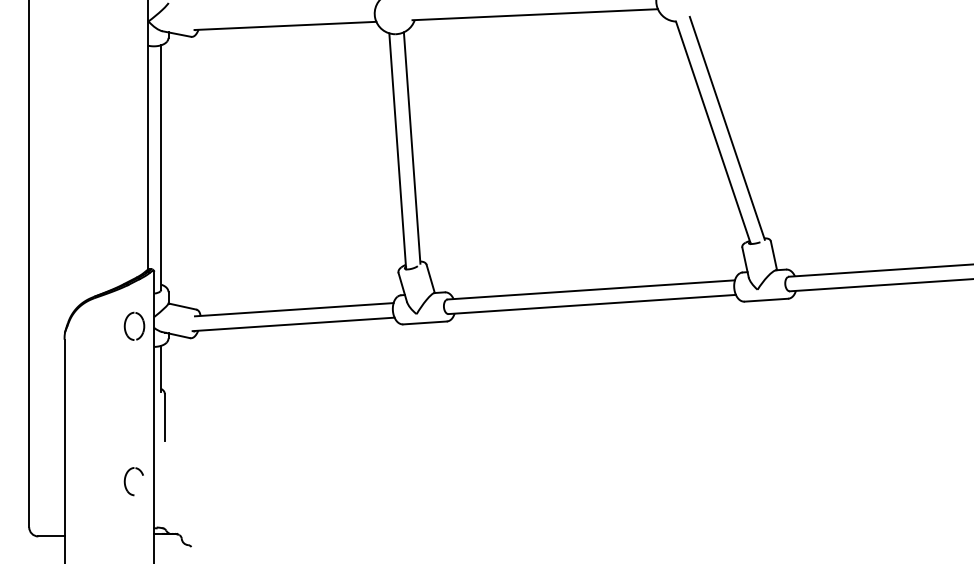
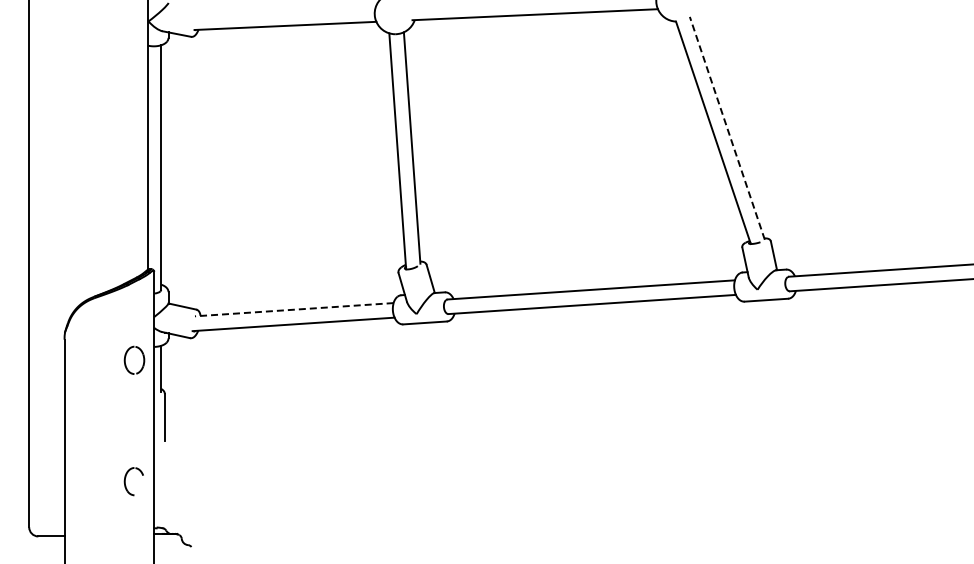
line at (727, 128): solid -> dashed
line at (294, 309): solid -> dashed
part at (126, 322) position: (126, 322) -> (126, 356)
